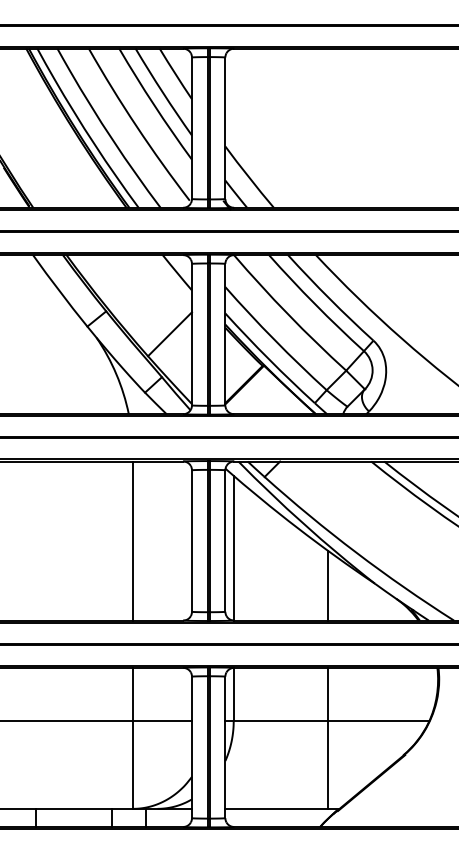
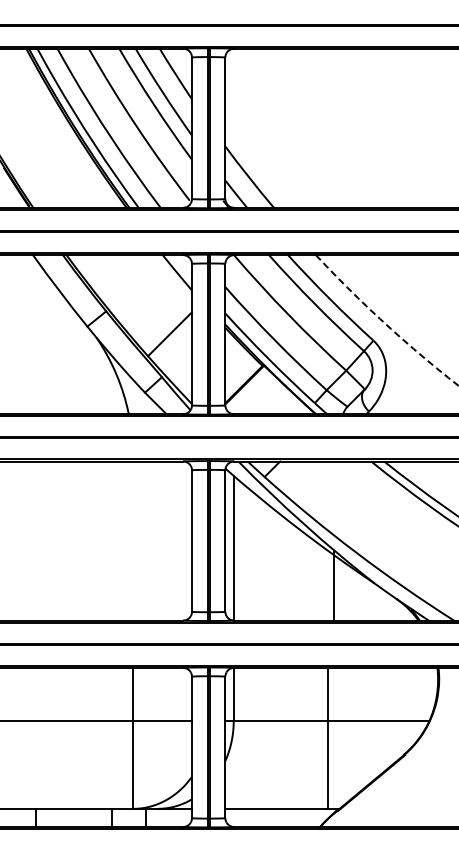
arc at (384, 323): solid -> dashed
line at (133, 540): present -> none
line at (328, 585) position: (328, 585) -> (334, 585)
